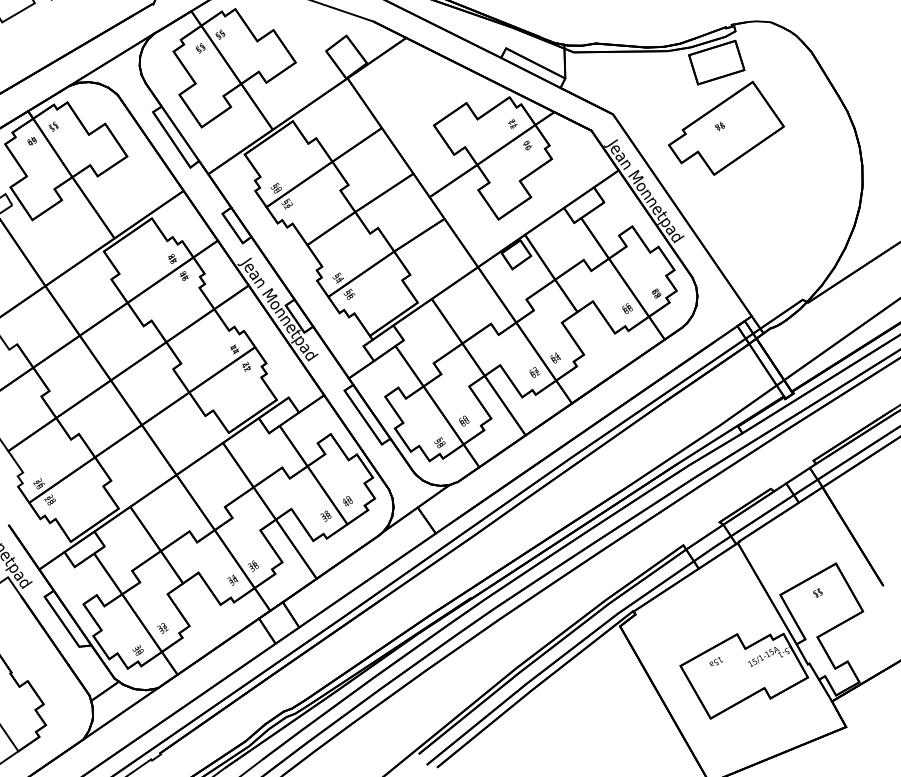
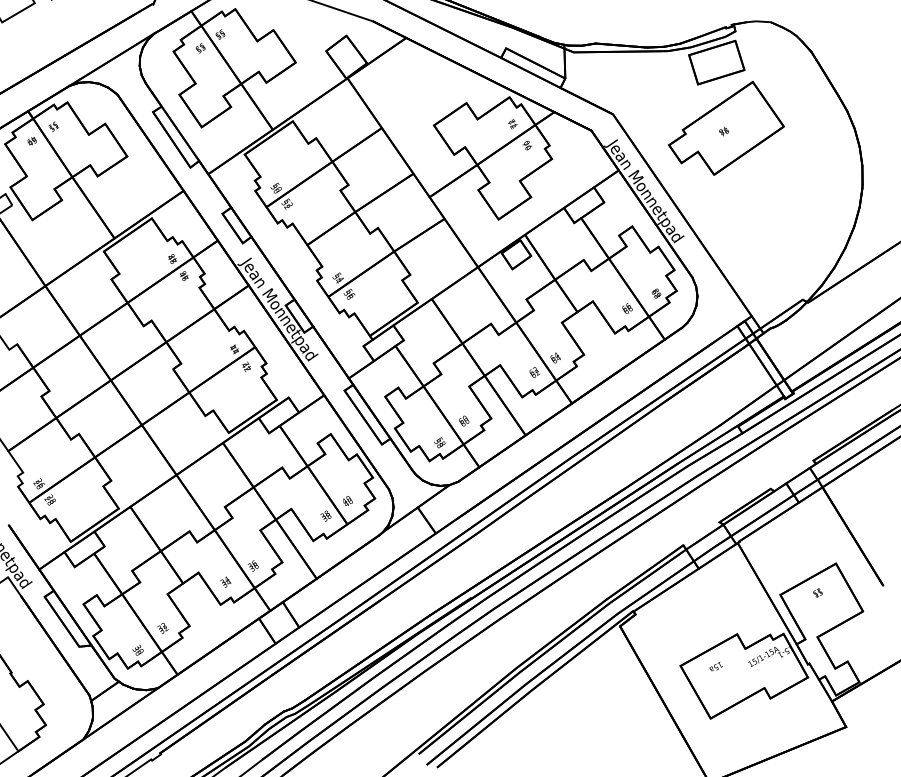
text at (719, 126) position: (719, 126) -> (723, 131)
text at (232, 579) position: (232, 579) -> (225, 581)
text at (715, 661) position: (715, 661) -> (715, 666)
